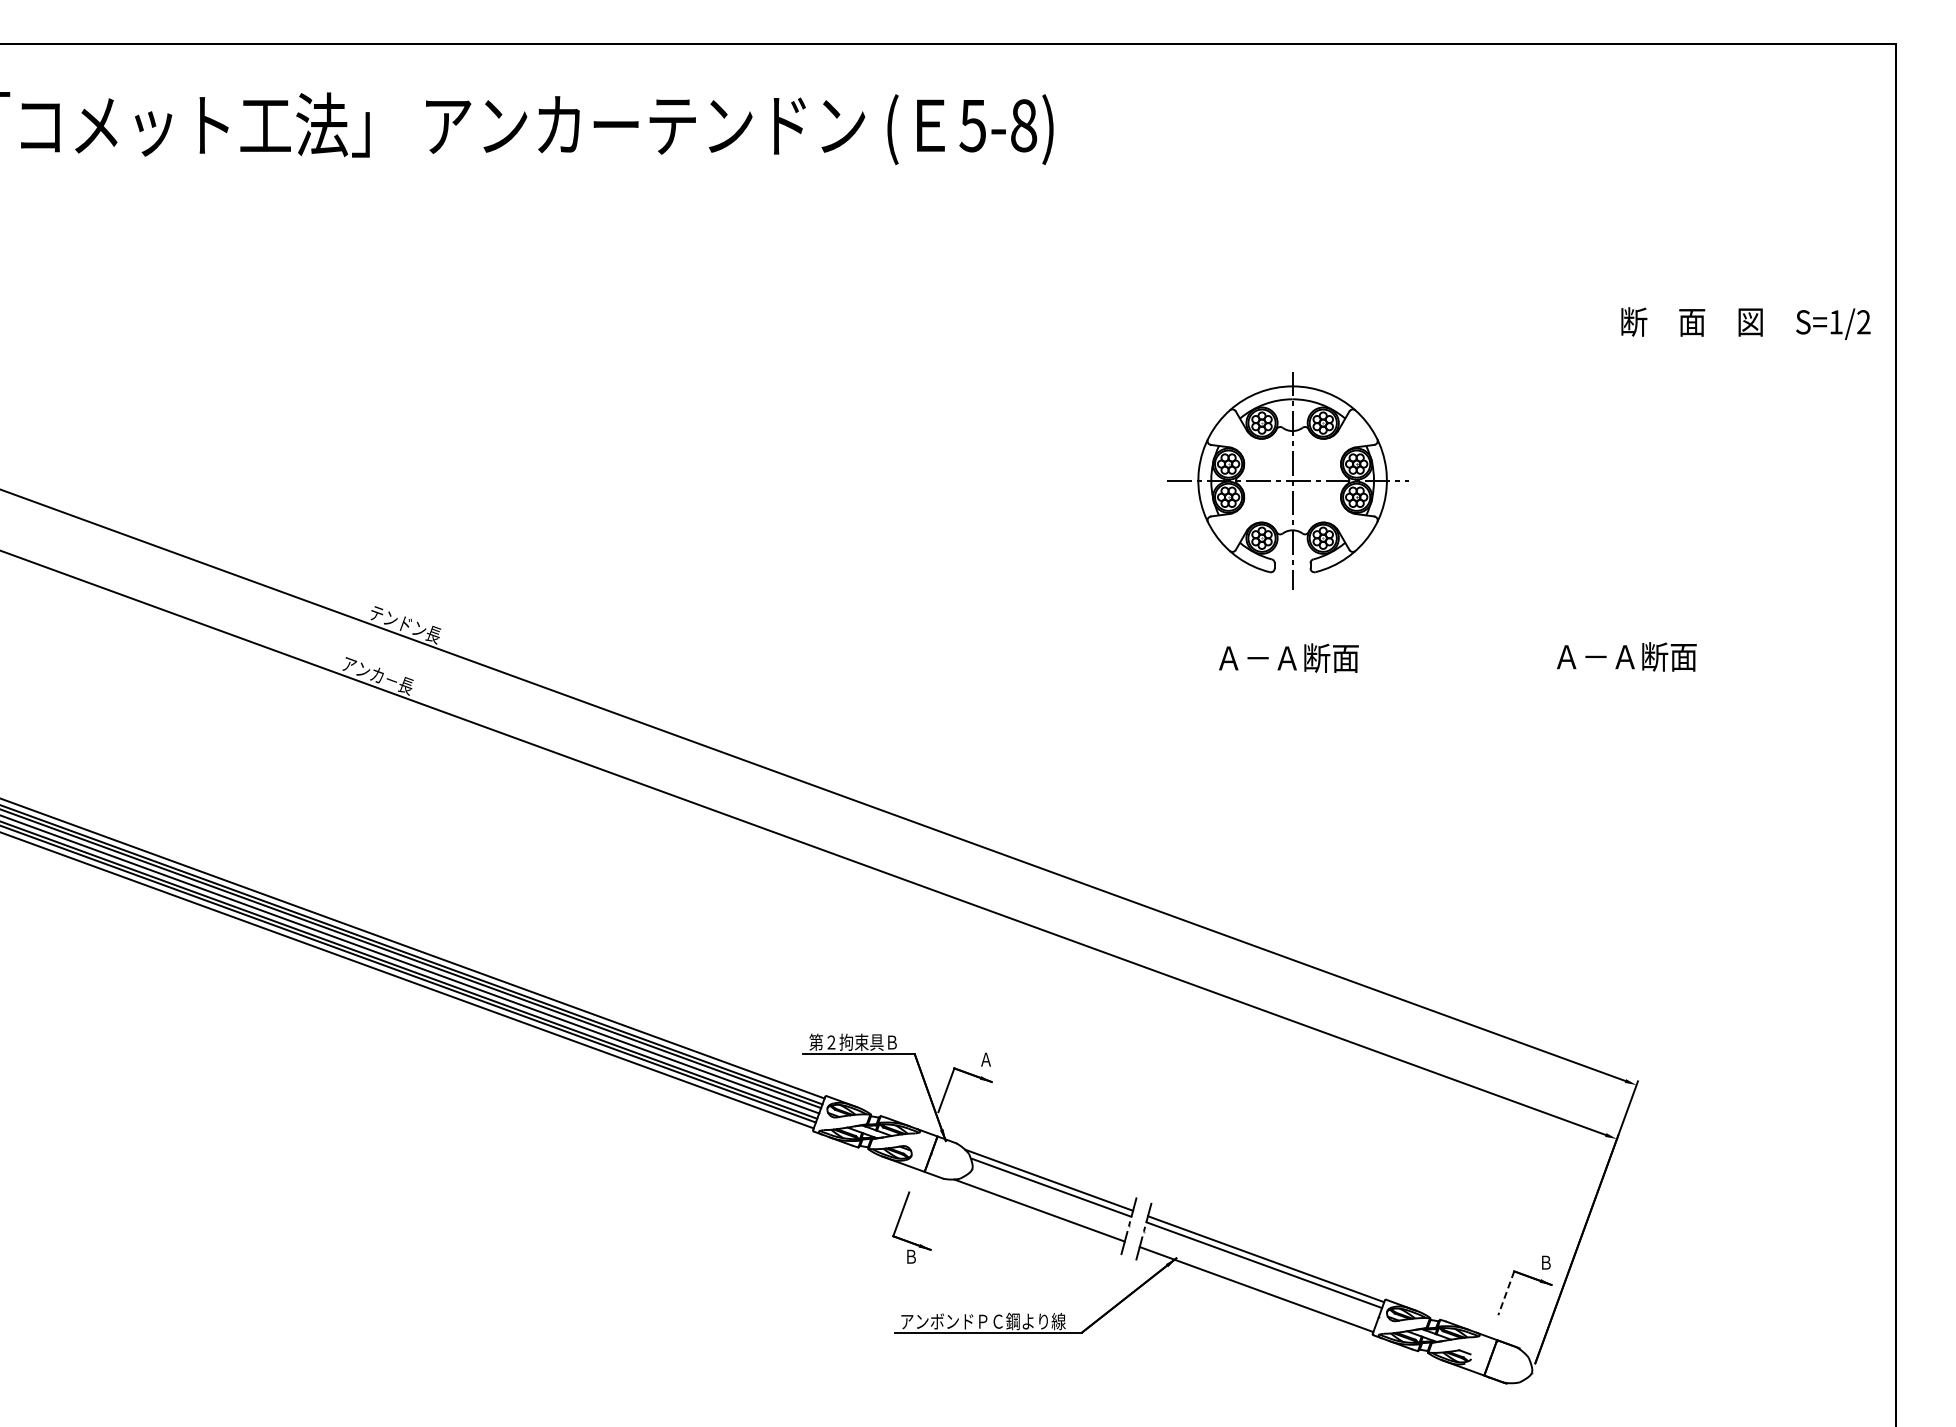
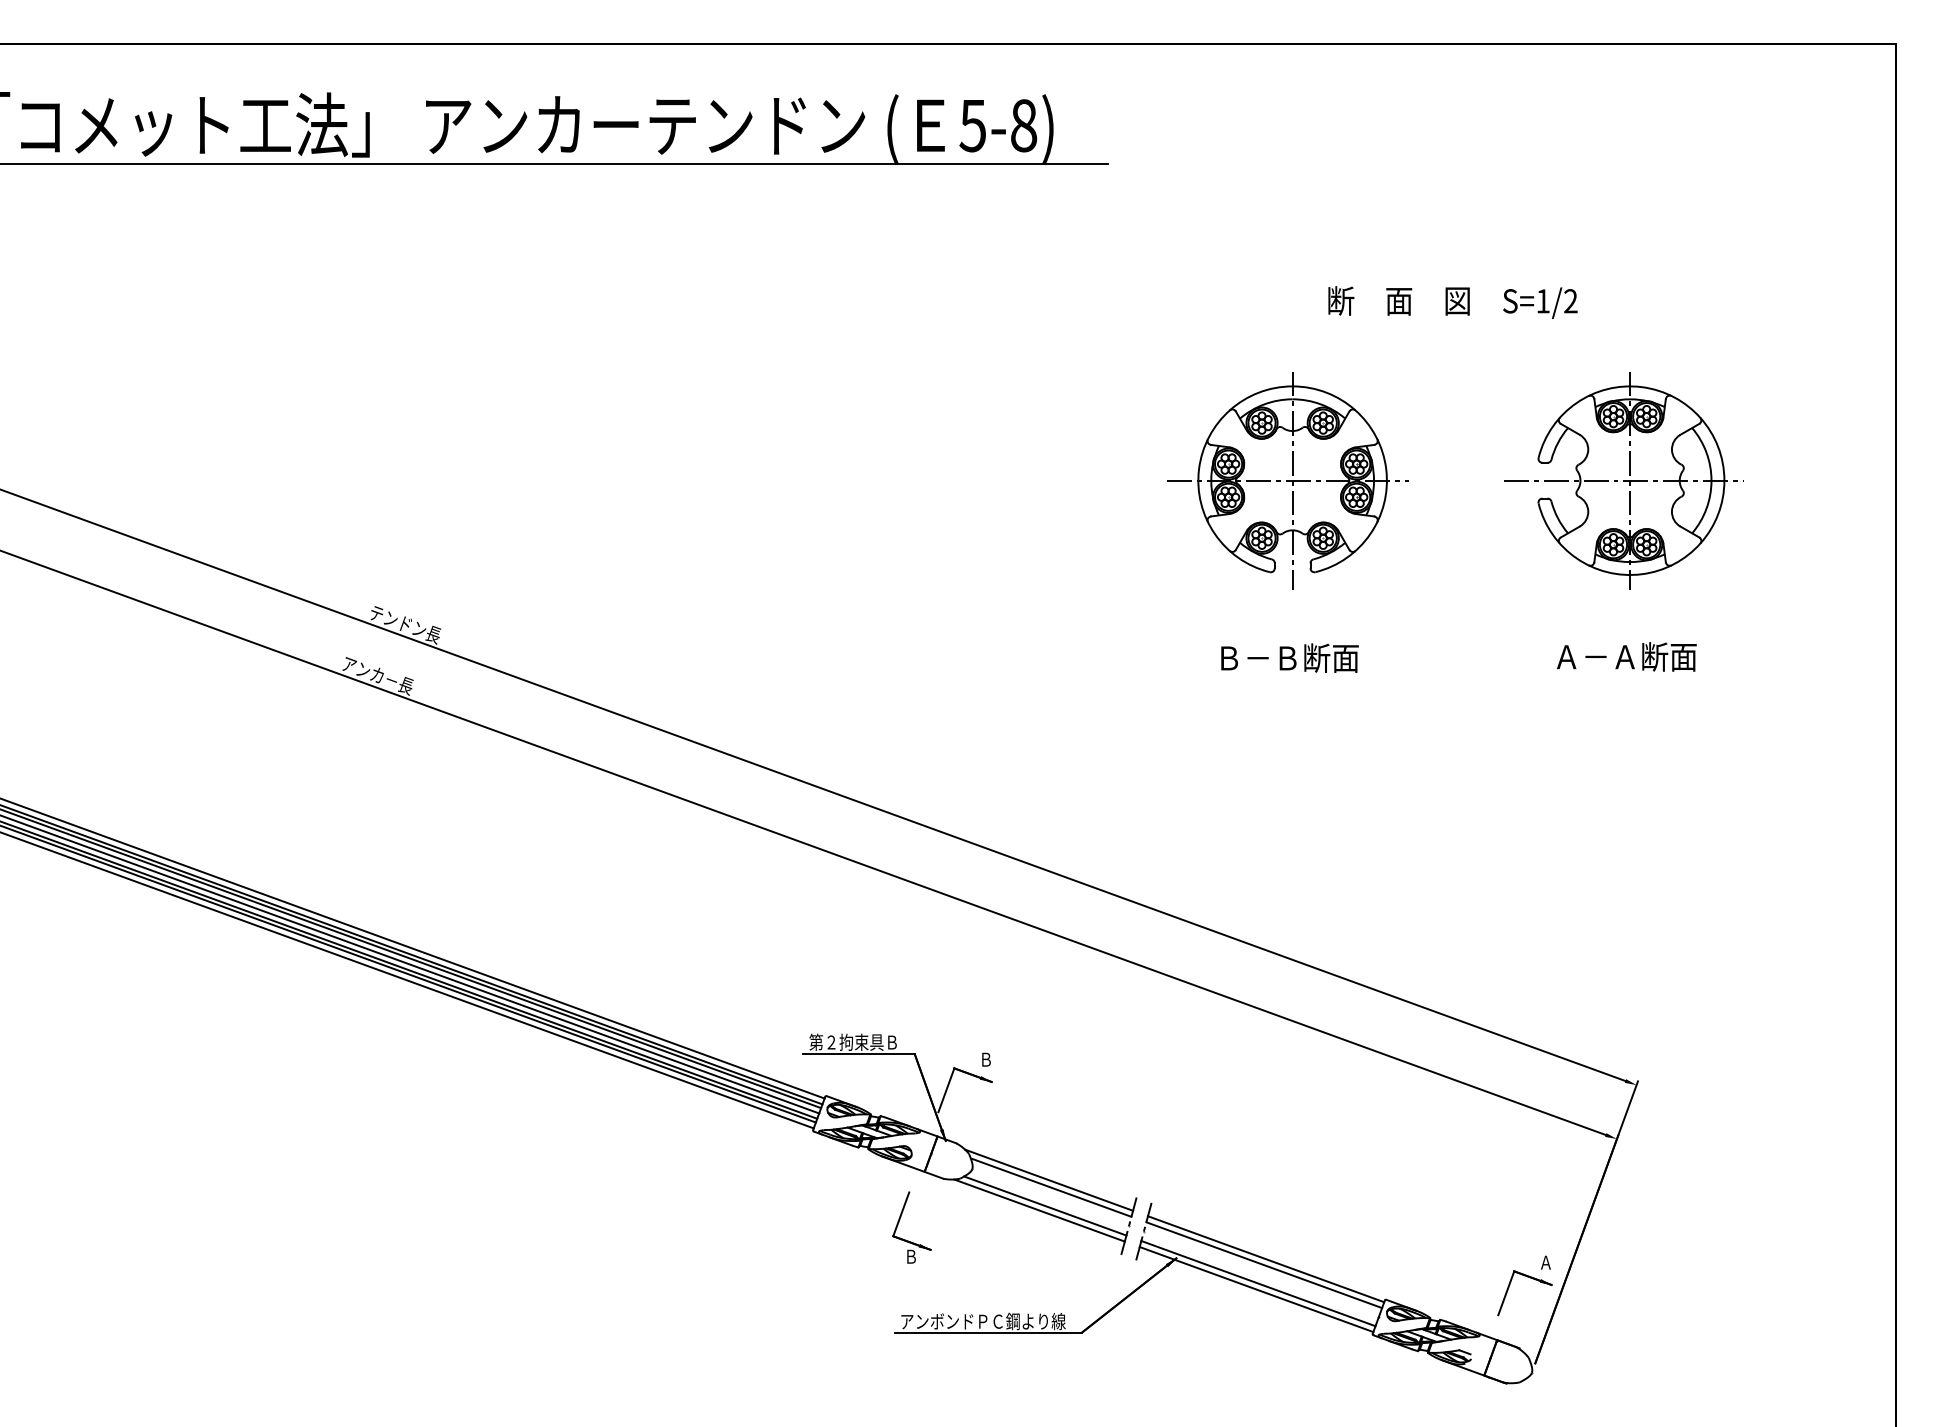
line at (555, 163): none -> present
text at (1745, 323) position: (1745, 323) -> (1452, 302)
part at (1623, 480): none -> present
text at (1257, 658): Ａ－Ａ断面 -> Ｂ－Ｂ断面
text at (985, 1059): Ａ -> Ｂ
line at (1045, 1205): none -> present
text at (1545, 1262): Ｂ -> Ａ
line at (1258, 1283): none -> present
line at (1506, 1293): dashed -> solid
